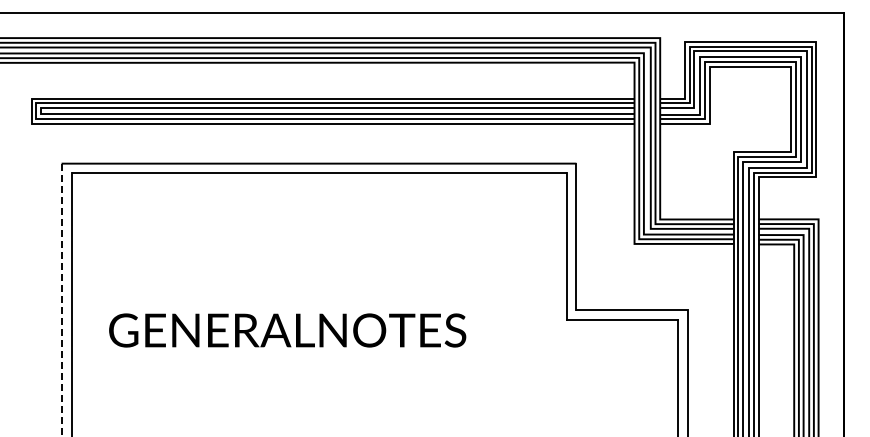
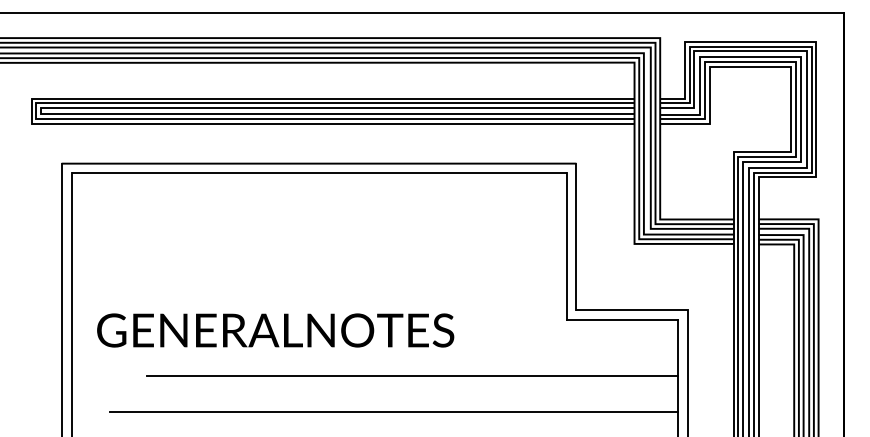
line at (61, 300): dashed -> solid
text at (287, 330) position: (287, 330) -> (275, 330)
line at (412, 375): none -> present
line at (394, 411): none -> present
